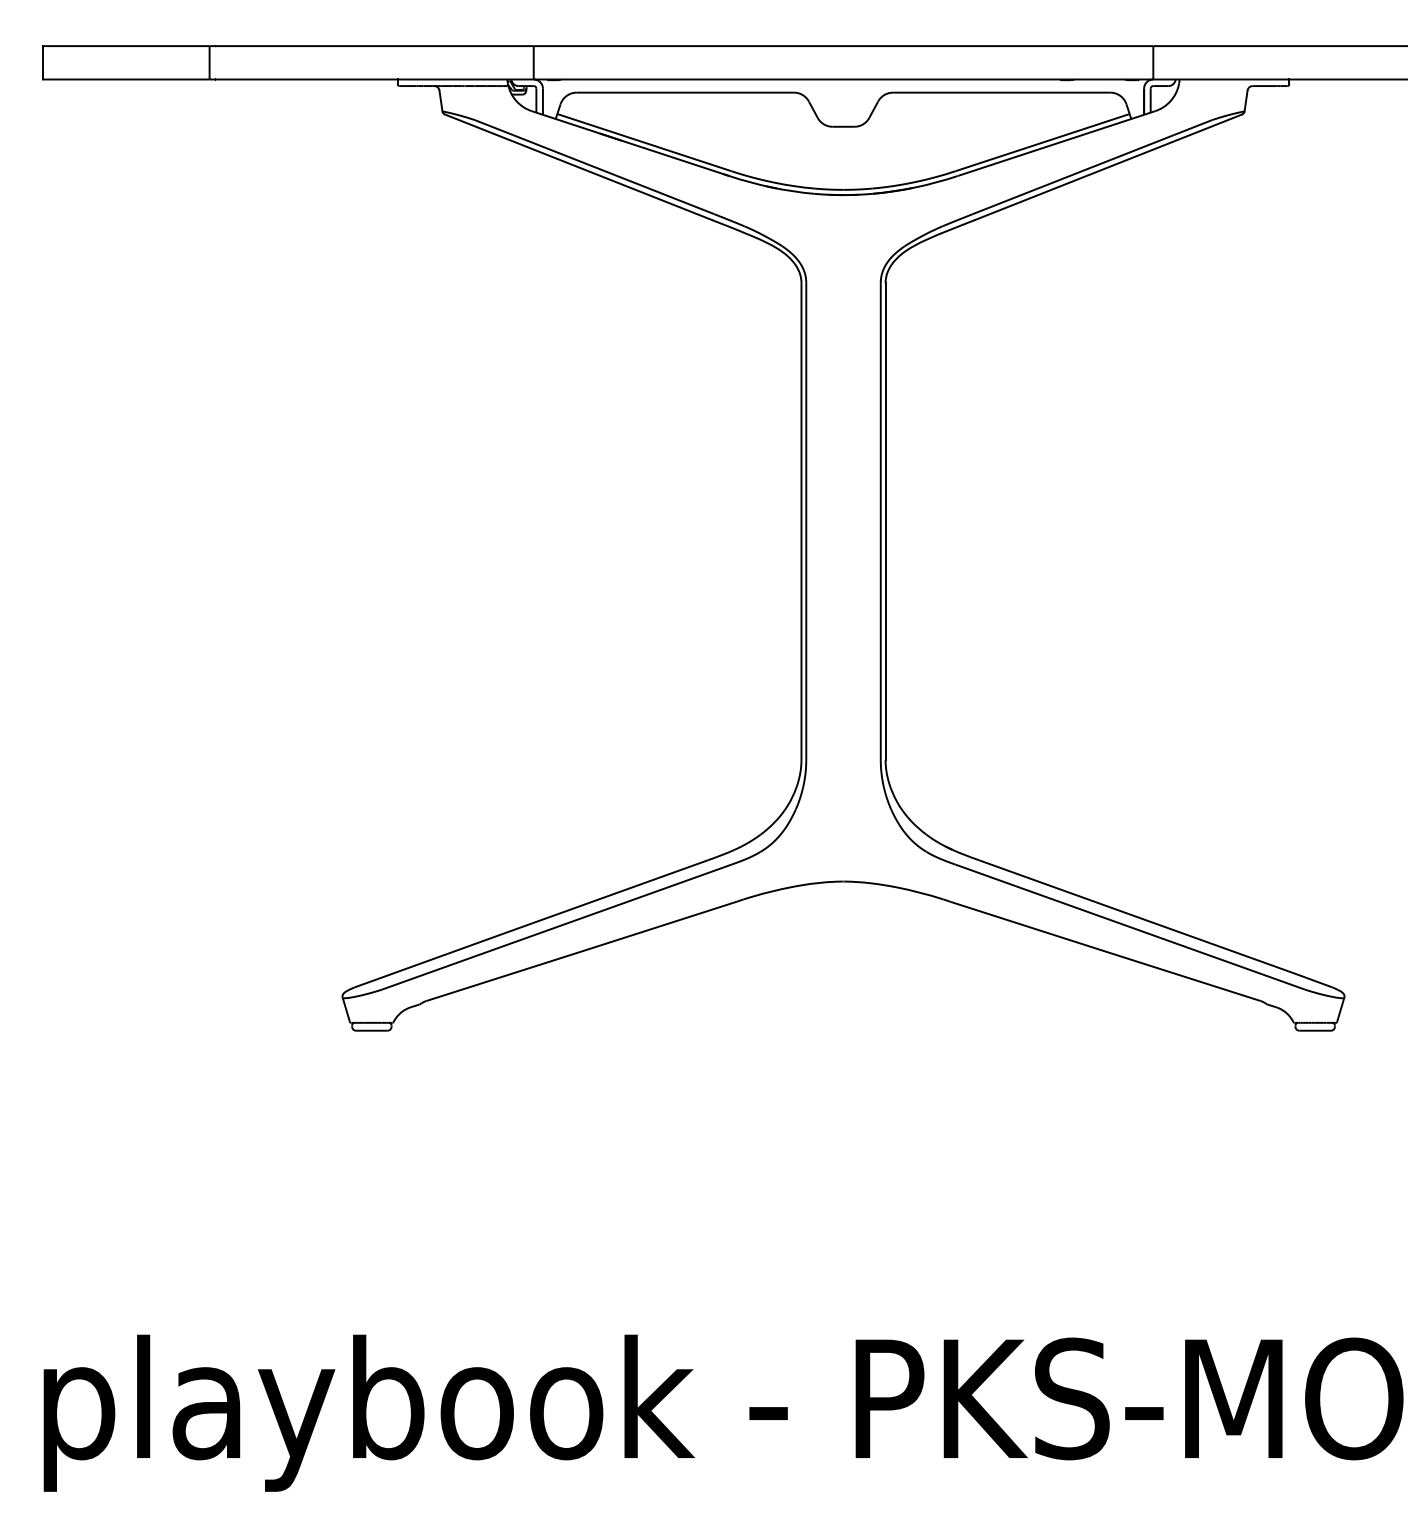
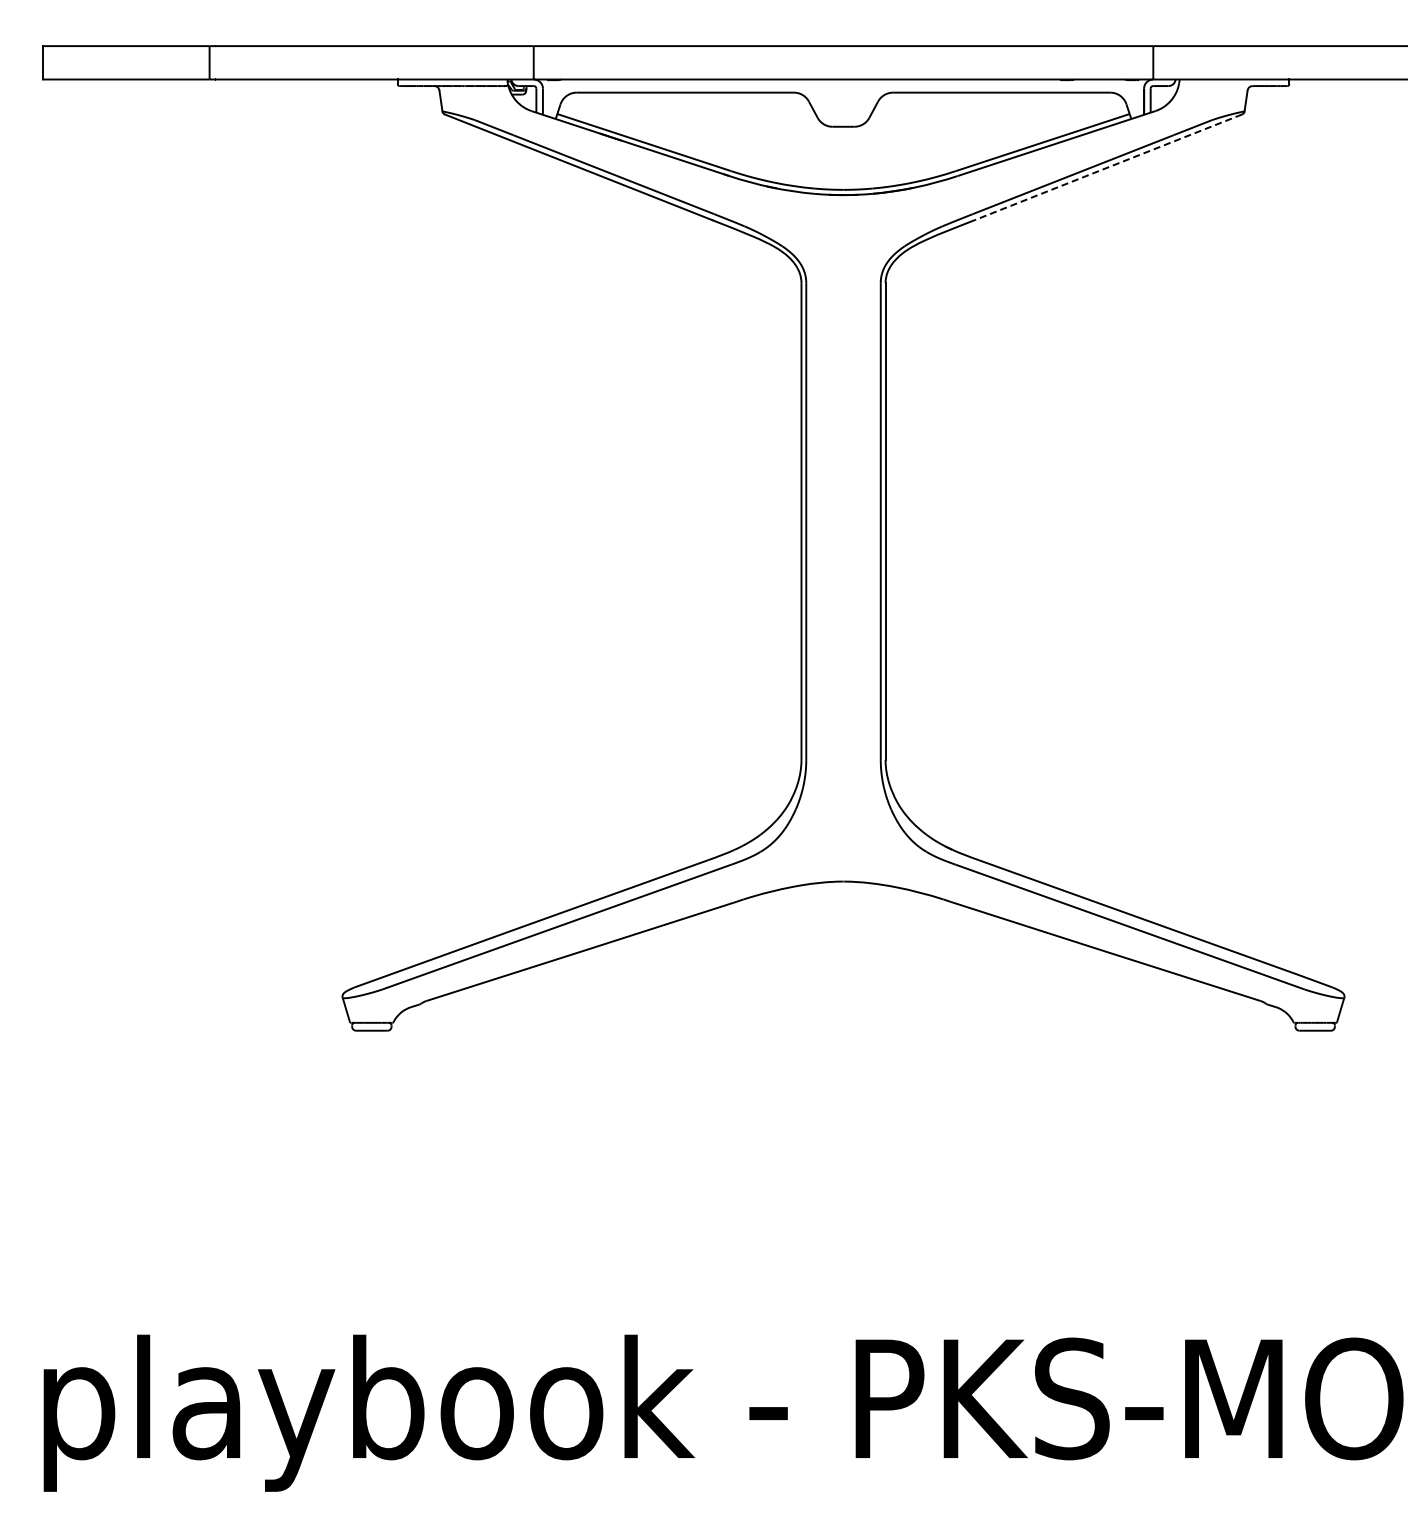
line at (1108, 167): solid -> dashed
